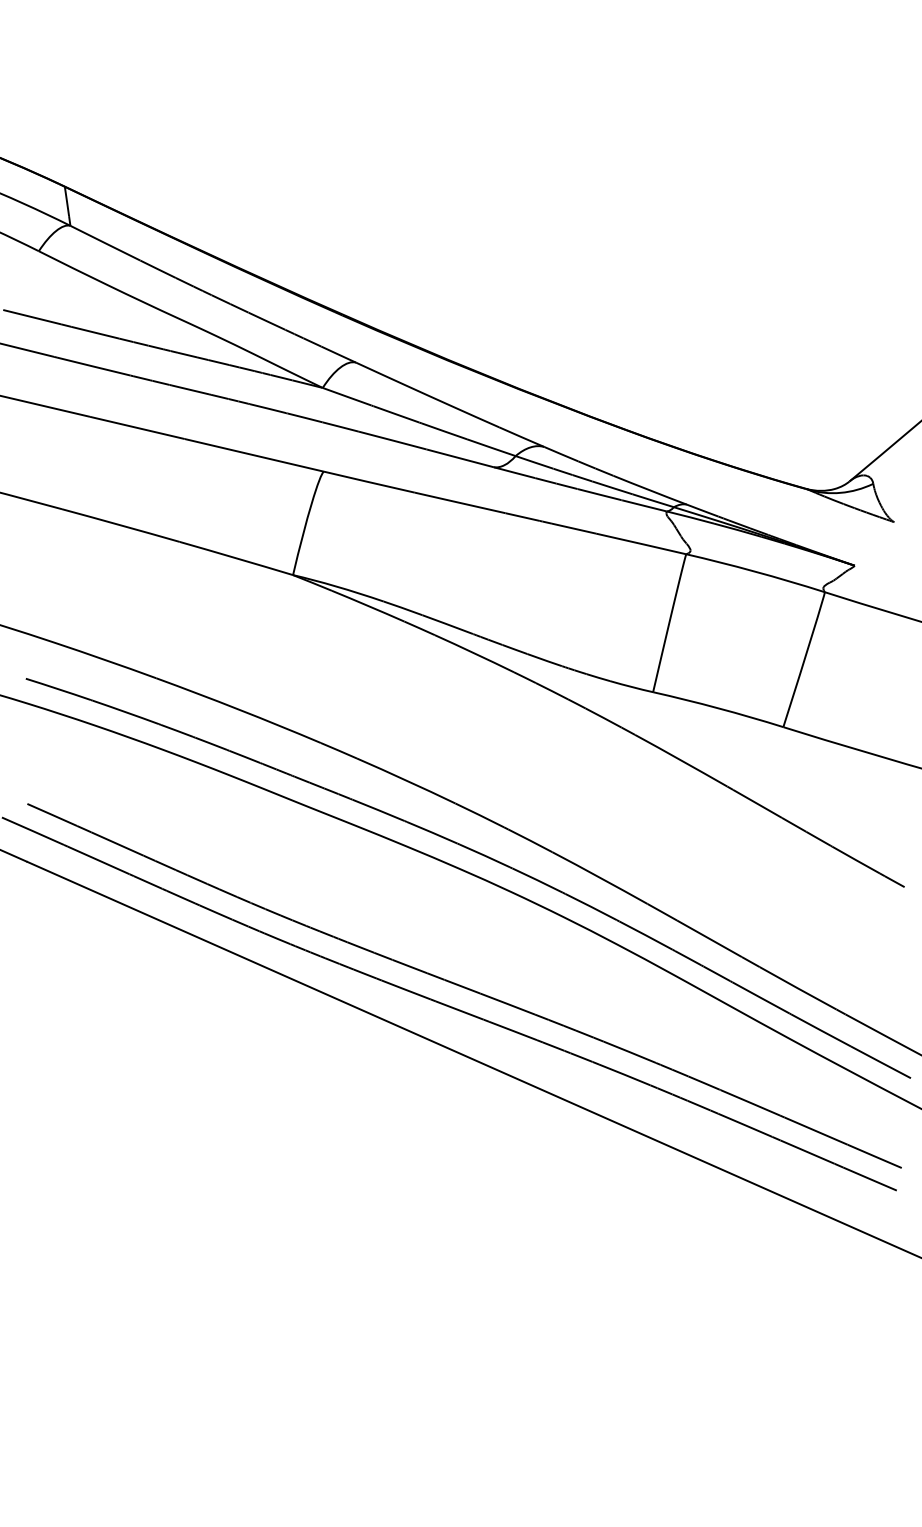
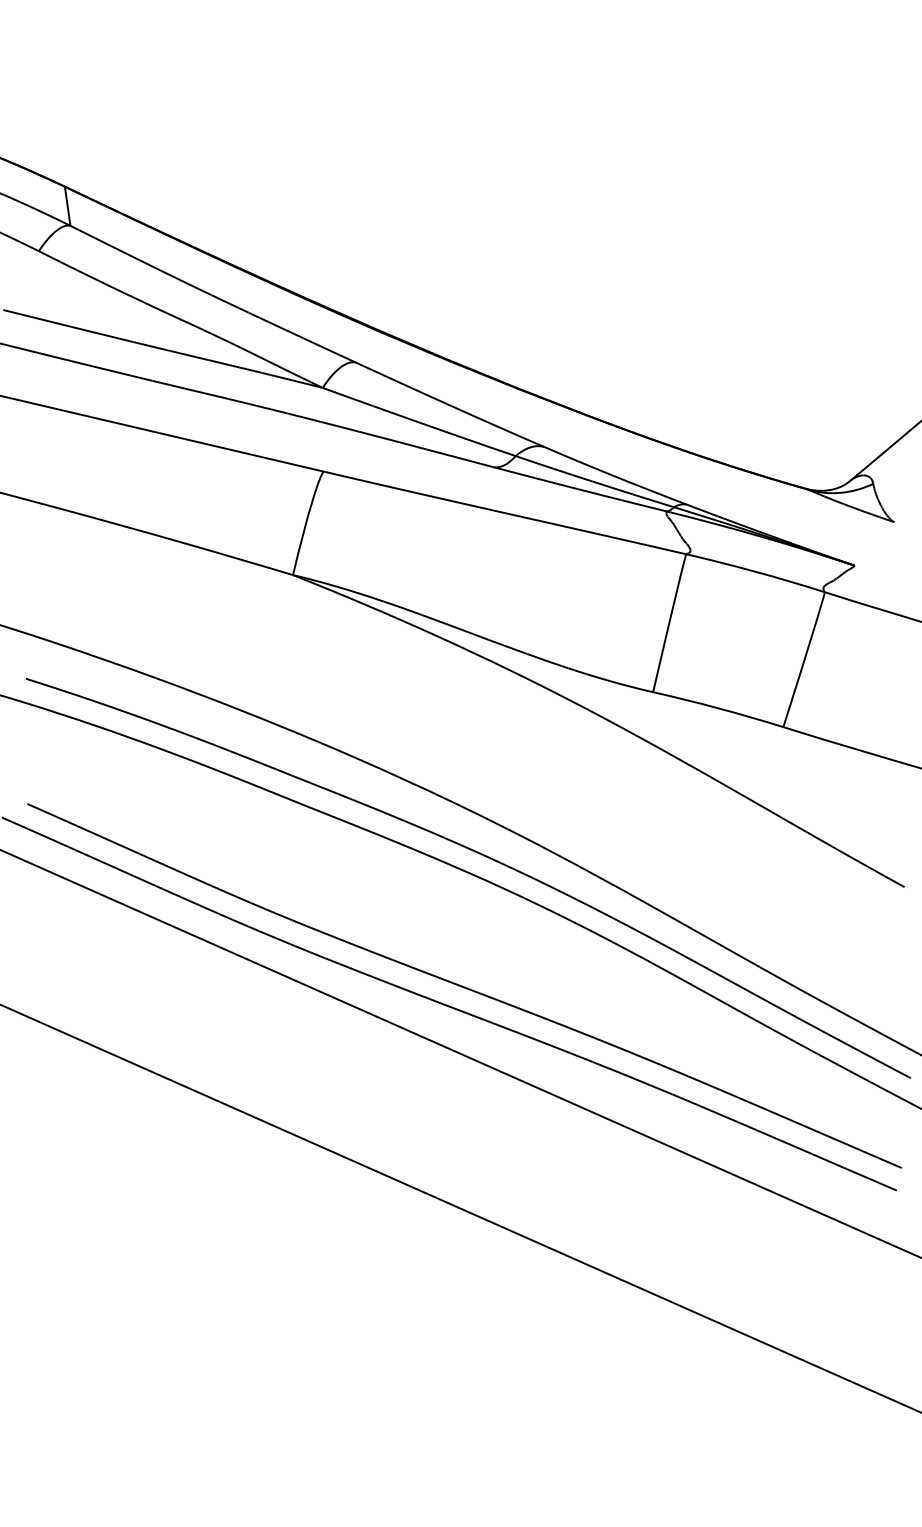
line at (460, 1208): none -> present
